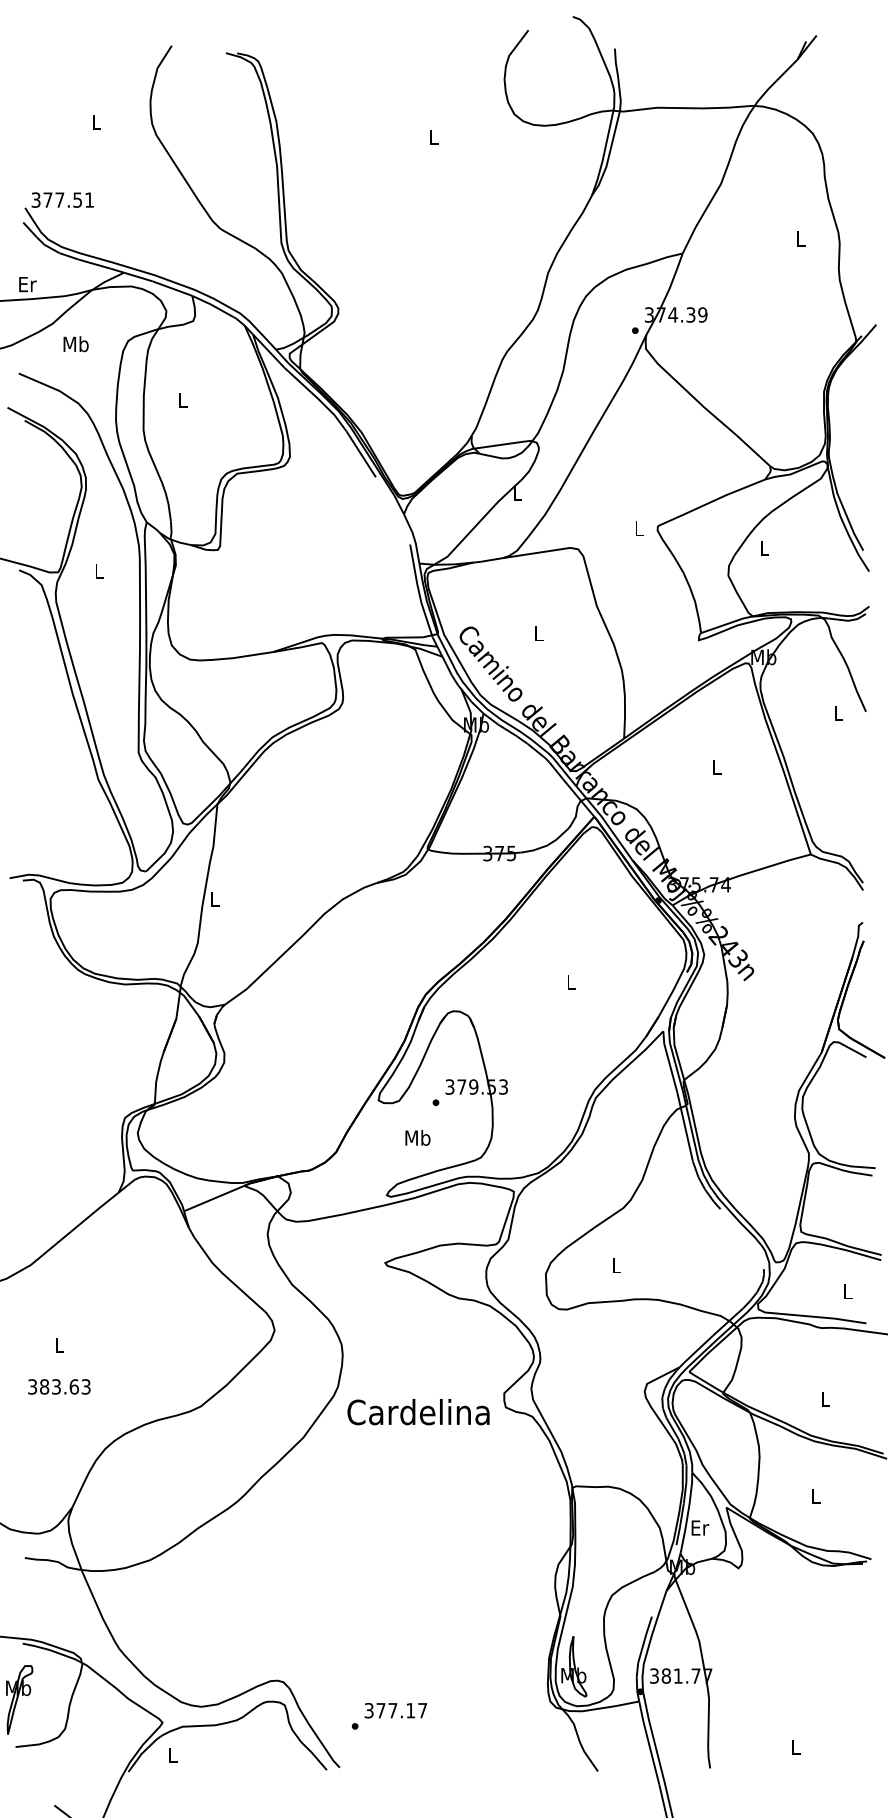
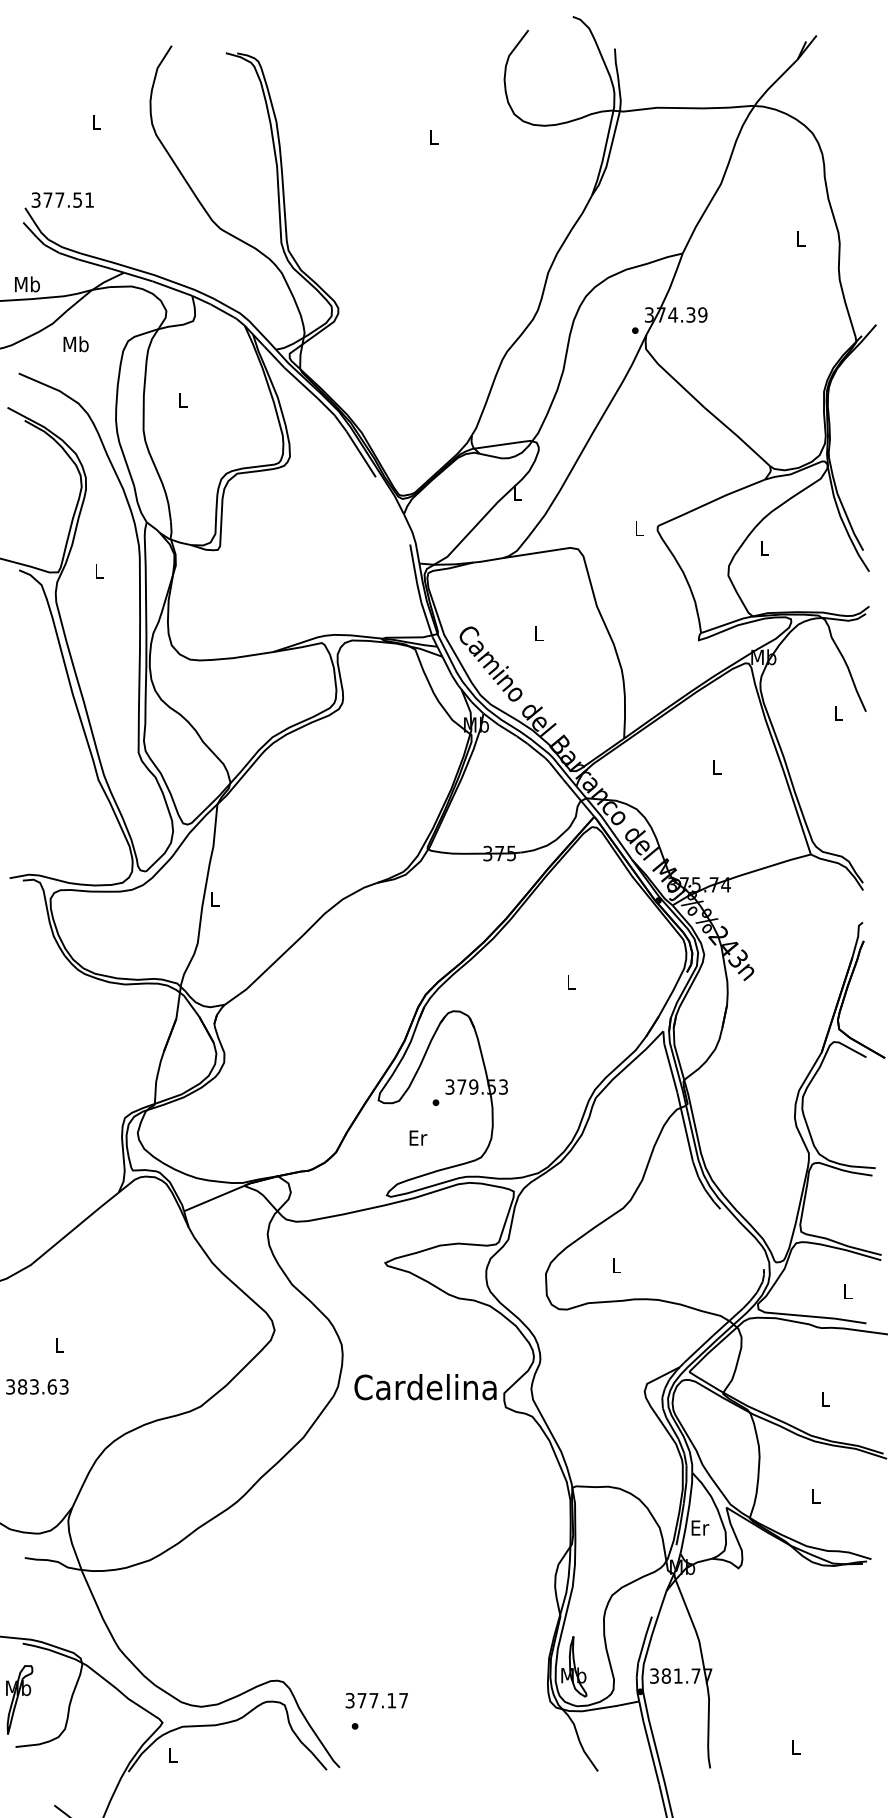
text at (27, 284): Er -> Mb
text at (417, 1137): Mb -> Er
text at (59, 1386) position: (59, 1386) -> (37, 1386)
text at (418, 1412) position: (418, 1412) -> (425, 1387)
text at (395, 1710) position: (395, 1710) -> (376, 1700)
